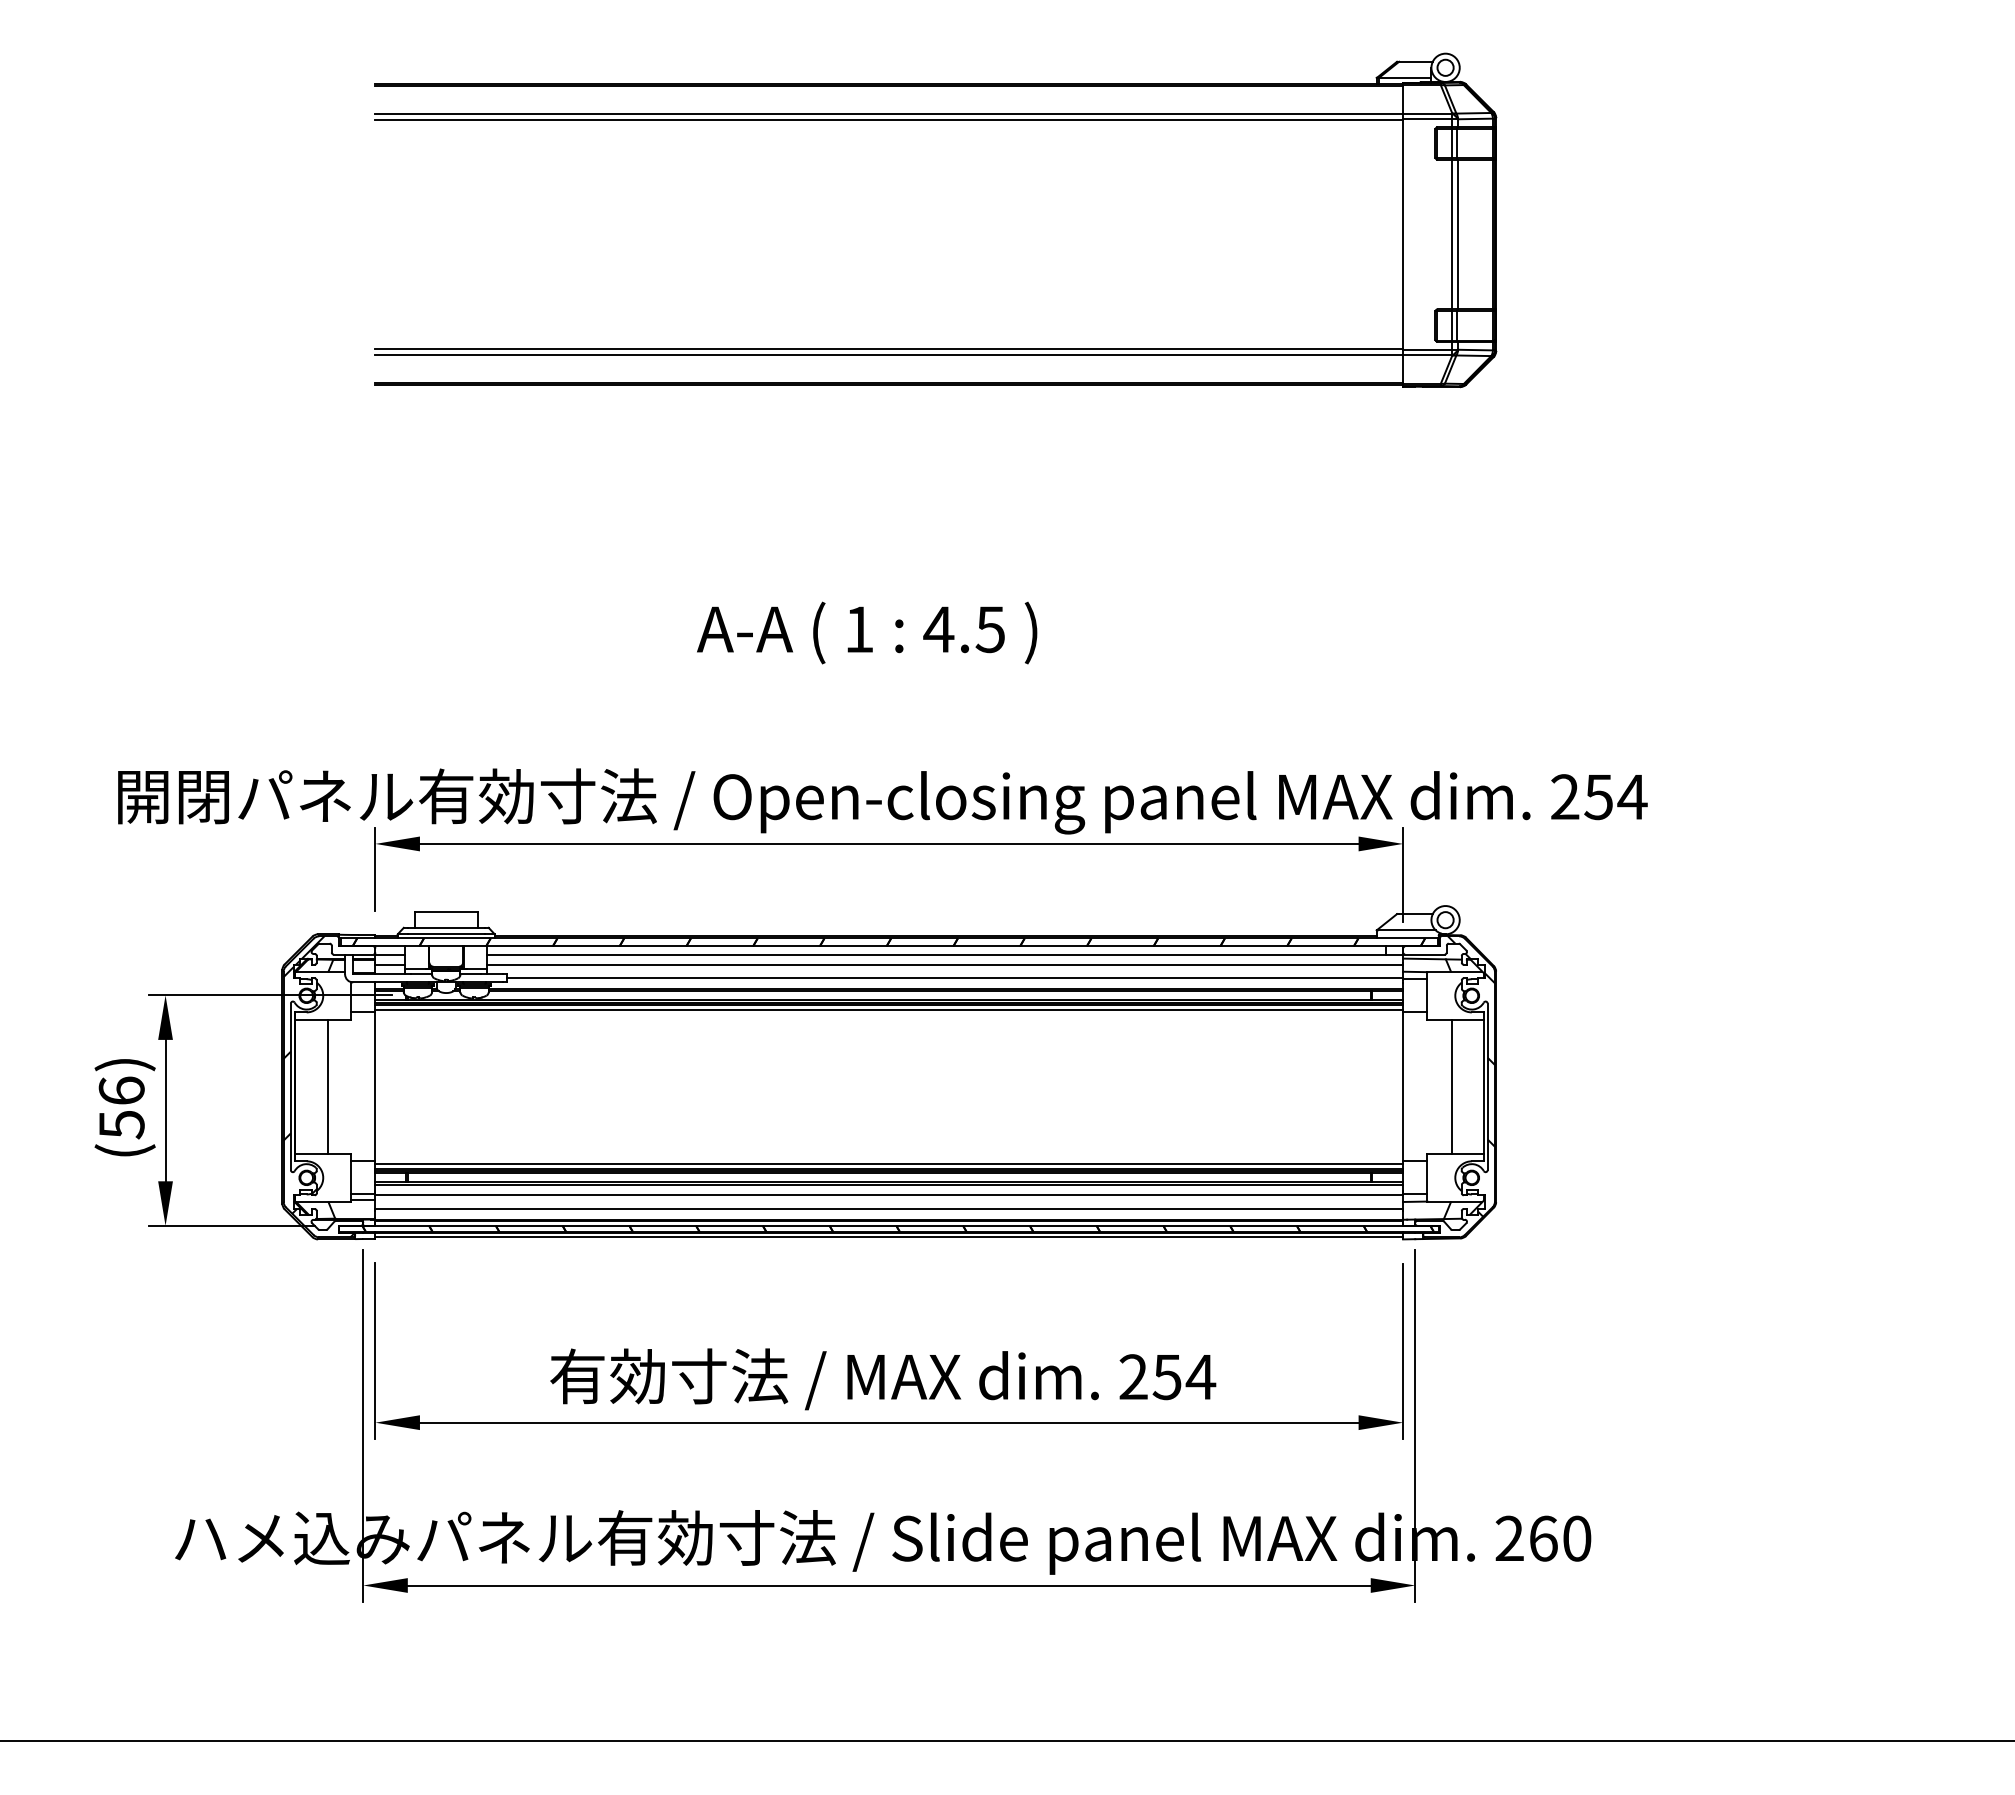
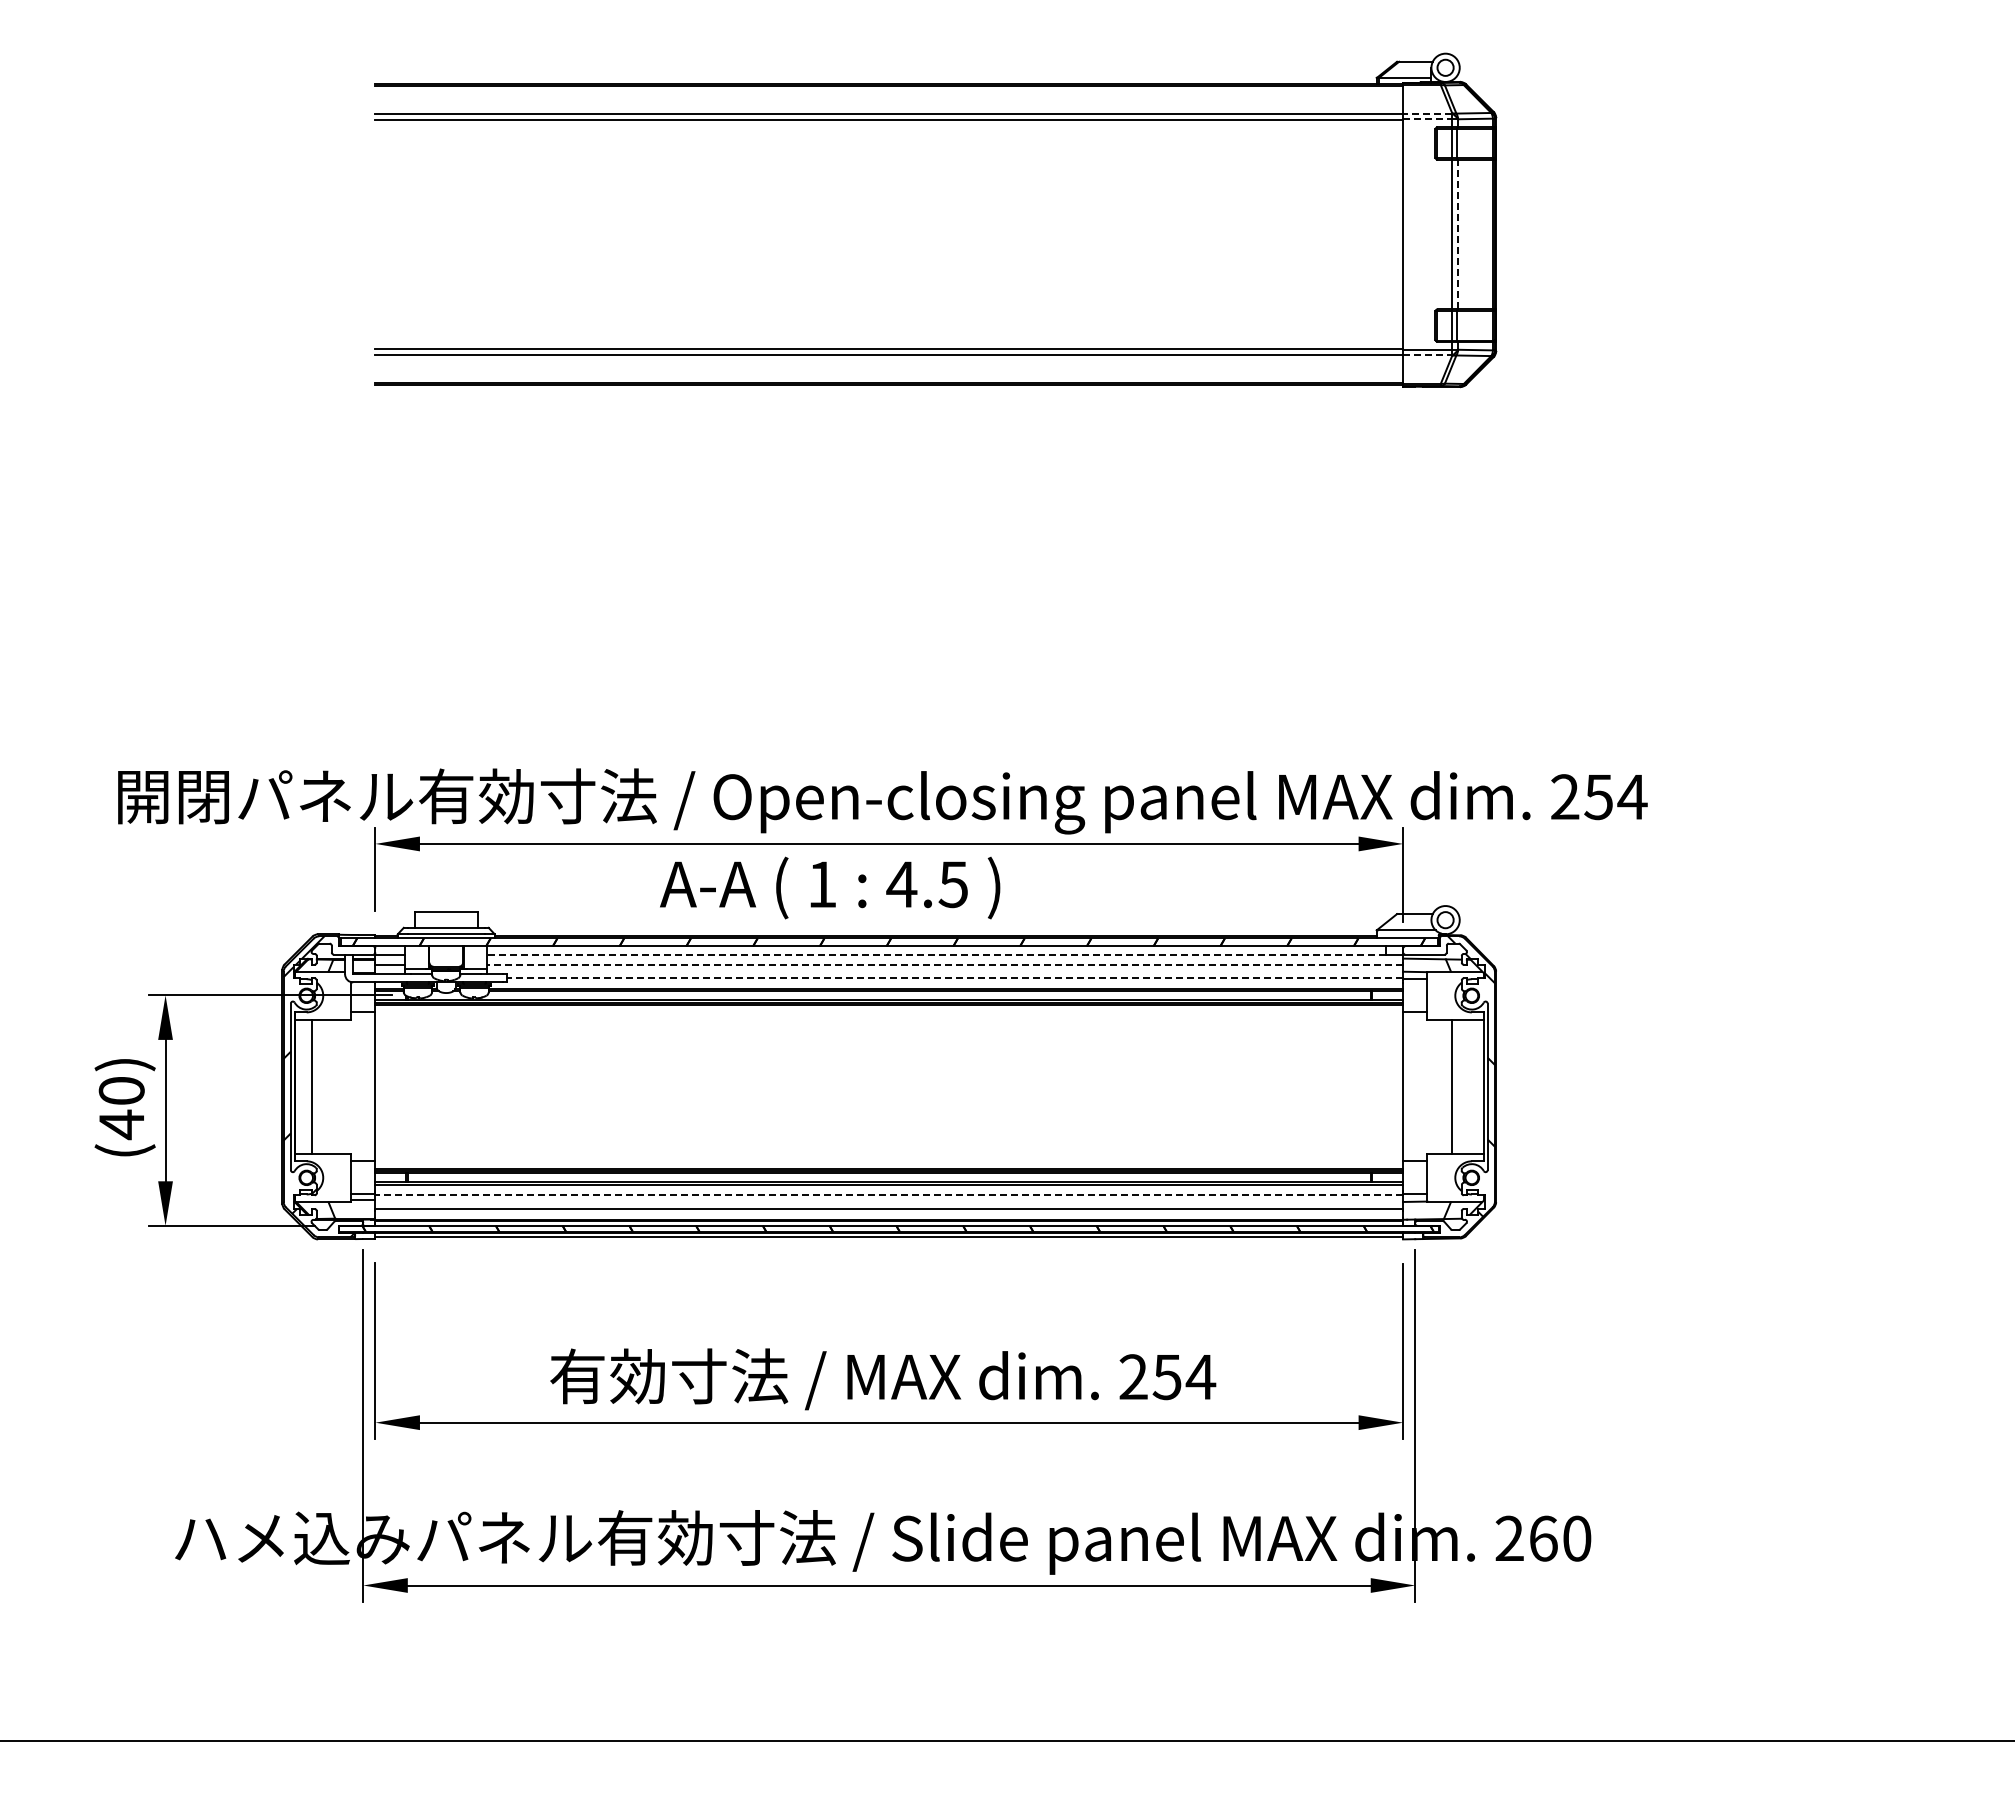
line at (1427, 113): solid -> dashed
line at (1427, 119): solid -> dashed
line at (1458, 234): solid -> dashed
line at (1427, 355): solid -> dashed
text at (867, 632) position: (867, 632) -> (830, 887)
line at (936, 954): solid -> dashed
line at (945, 964): solid -> dashed
line at (954, 978): solid -> dashed
line at (889, 1009): present -> none
line at (327, 1086) position: (327, 1086) -> (311, 1086)
text at (121, 1108): (56) -> (40)
line at (889, 1164): present -> none
line at (889, 1195): solid -> dashed
